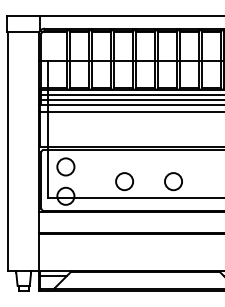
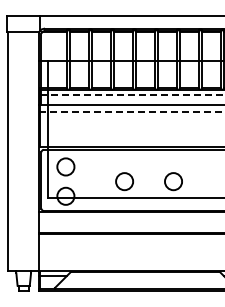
line at (132, 94): solid -> dashed
line at (130, 100): present -> none
line at (131, 111): solid -> dashed
